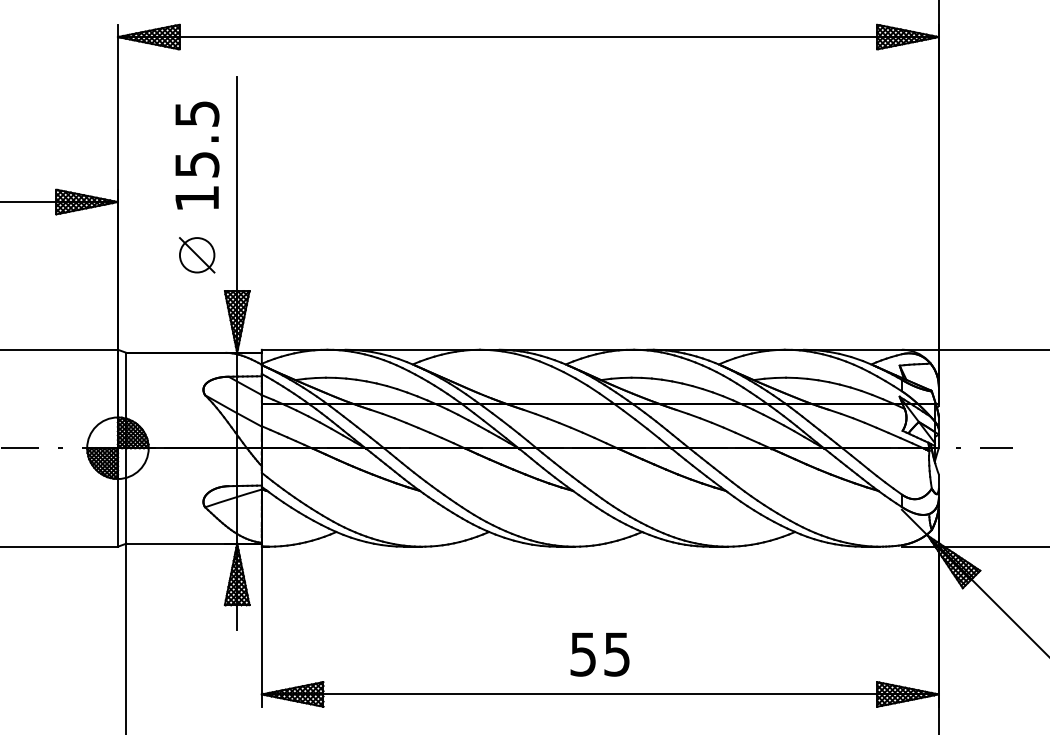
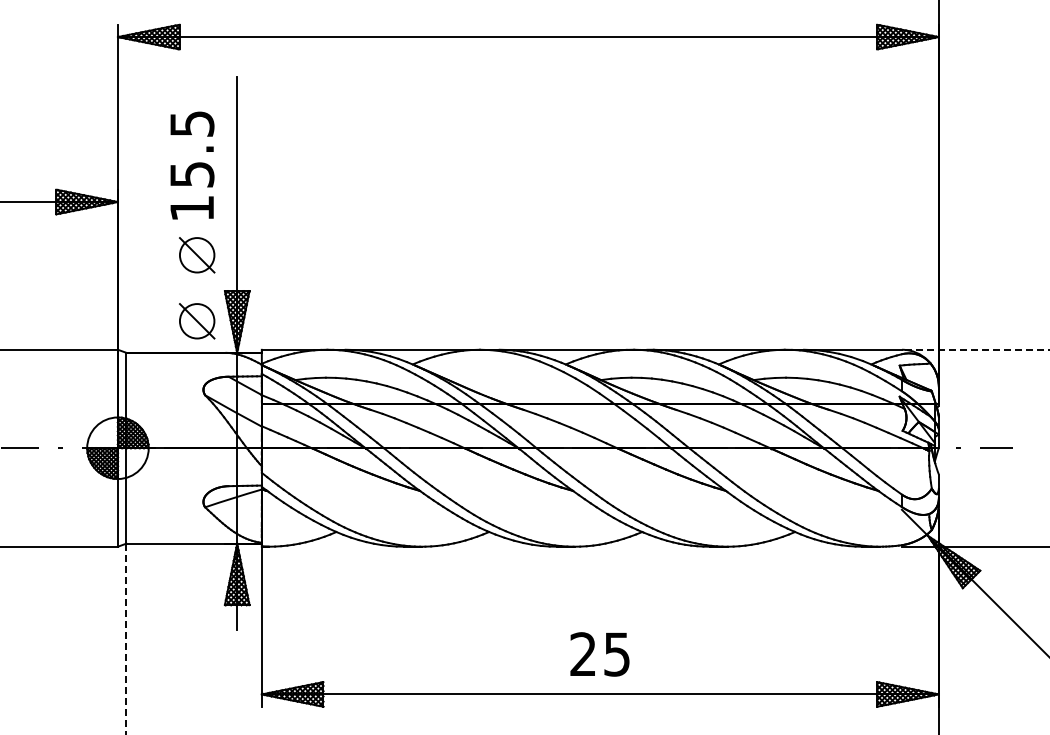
text at (197, 155) position: (197, 155) -> (192, 165)
part at (197, 321): none -> present
line at (975, 349): solid -> dashed
line at (126, 639): solid -> dashed
text at (582, 654): 55 -> 25
